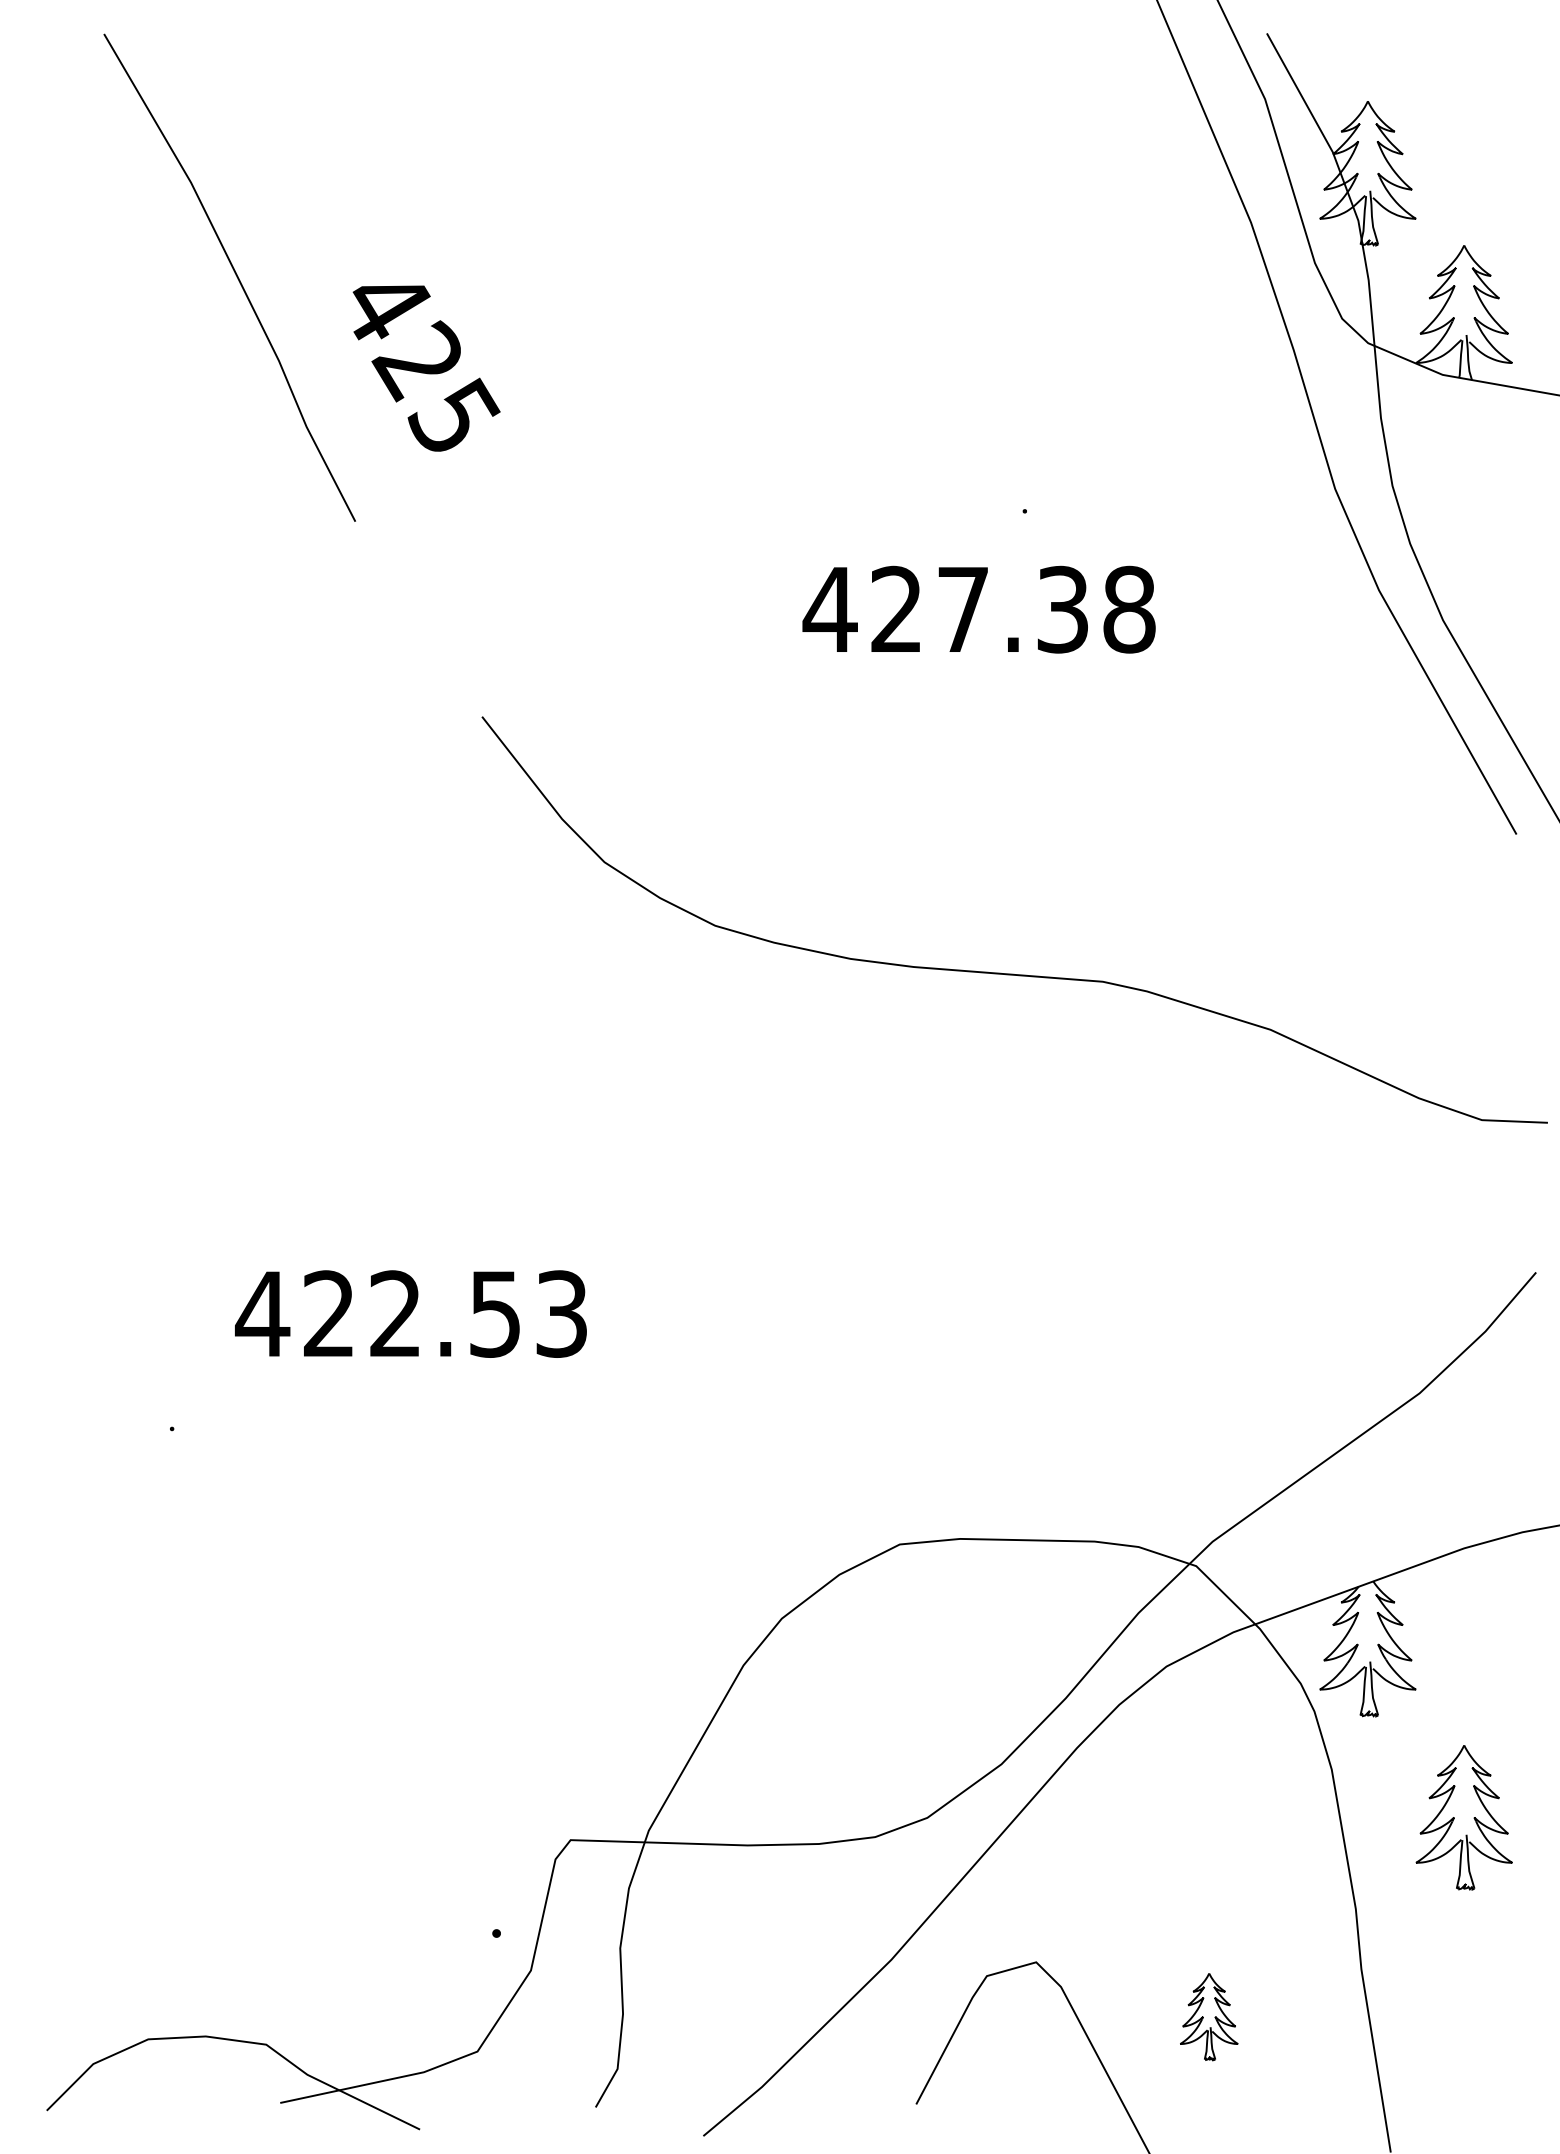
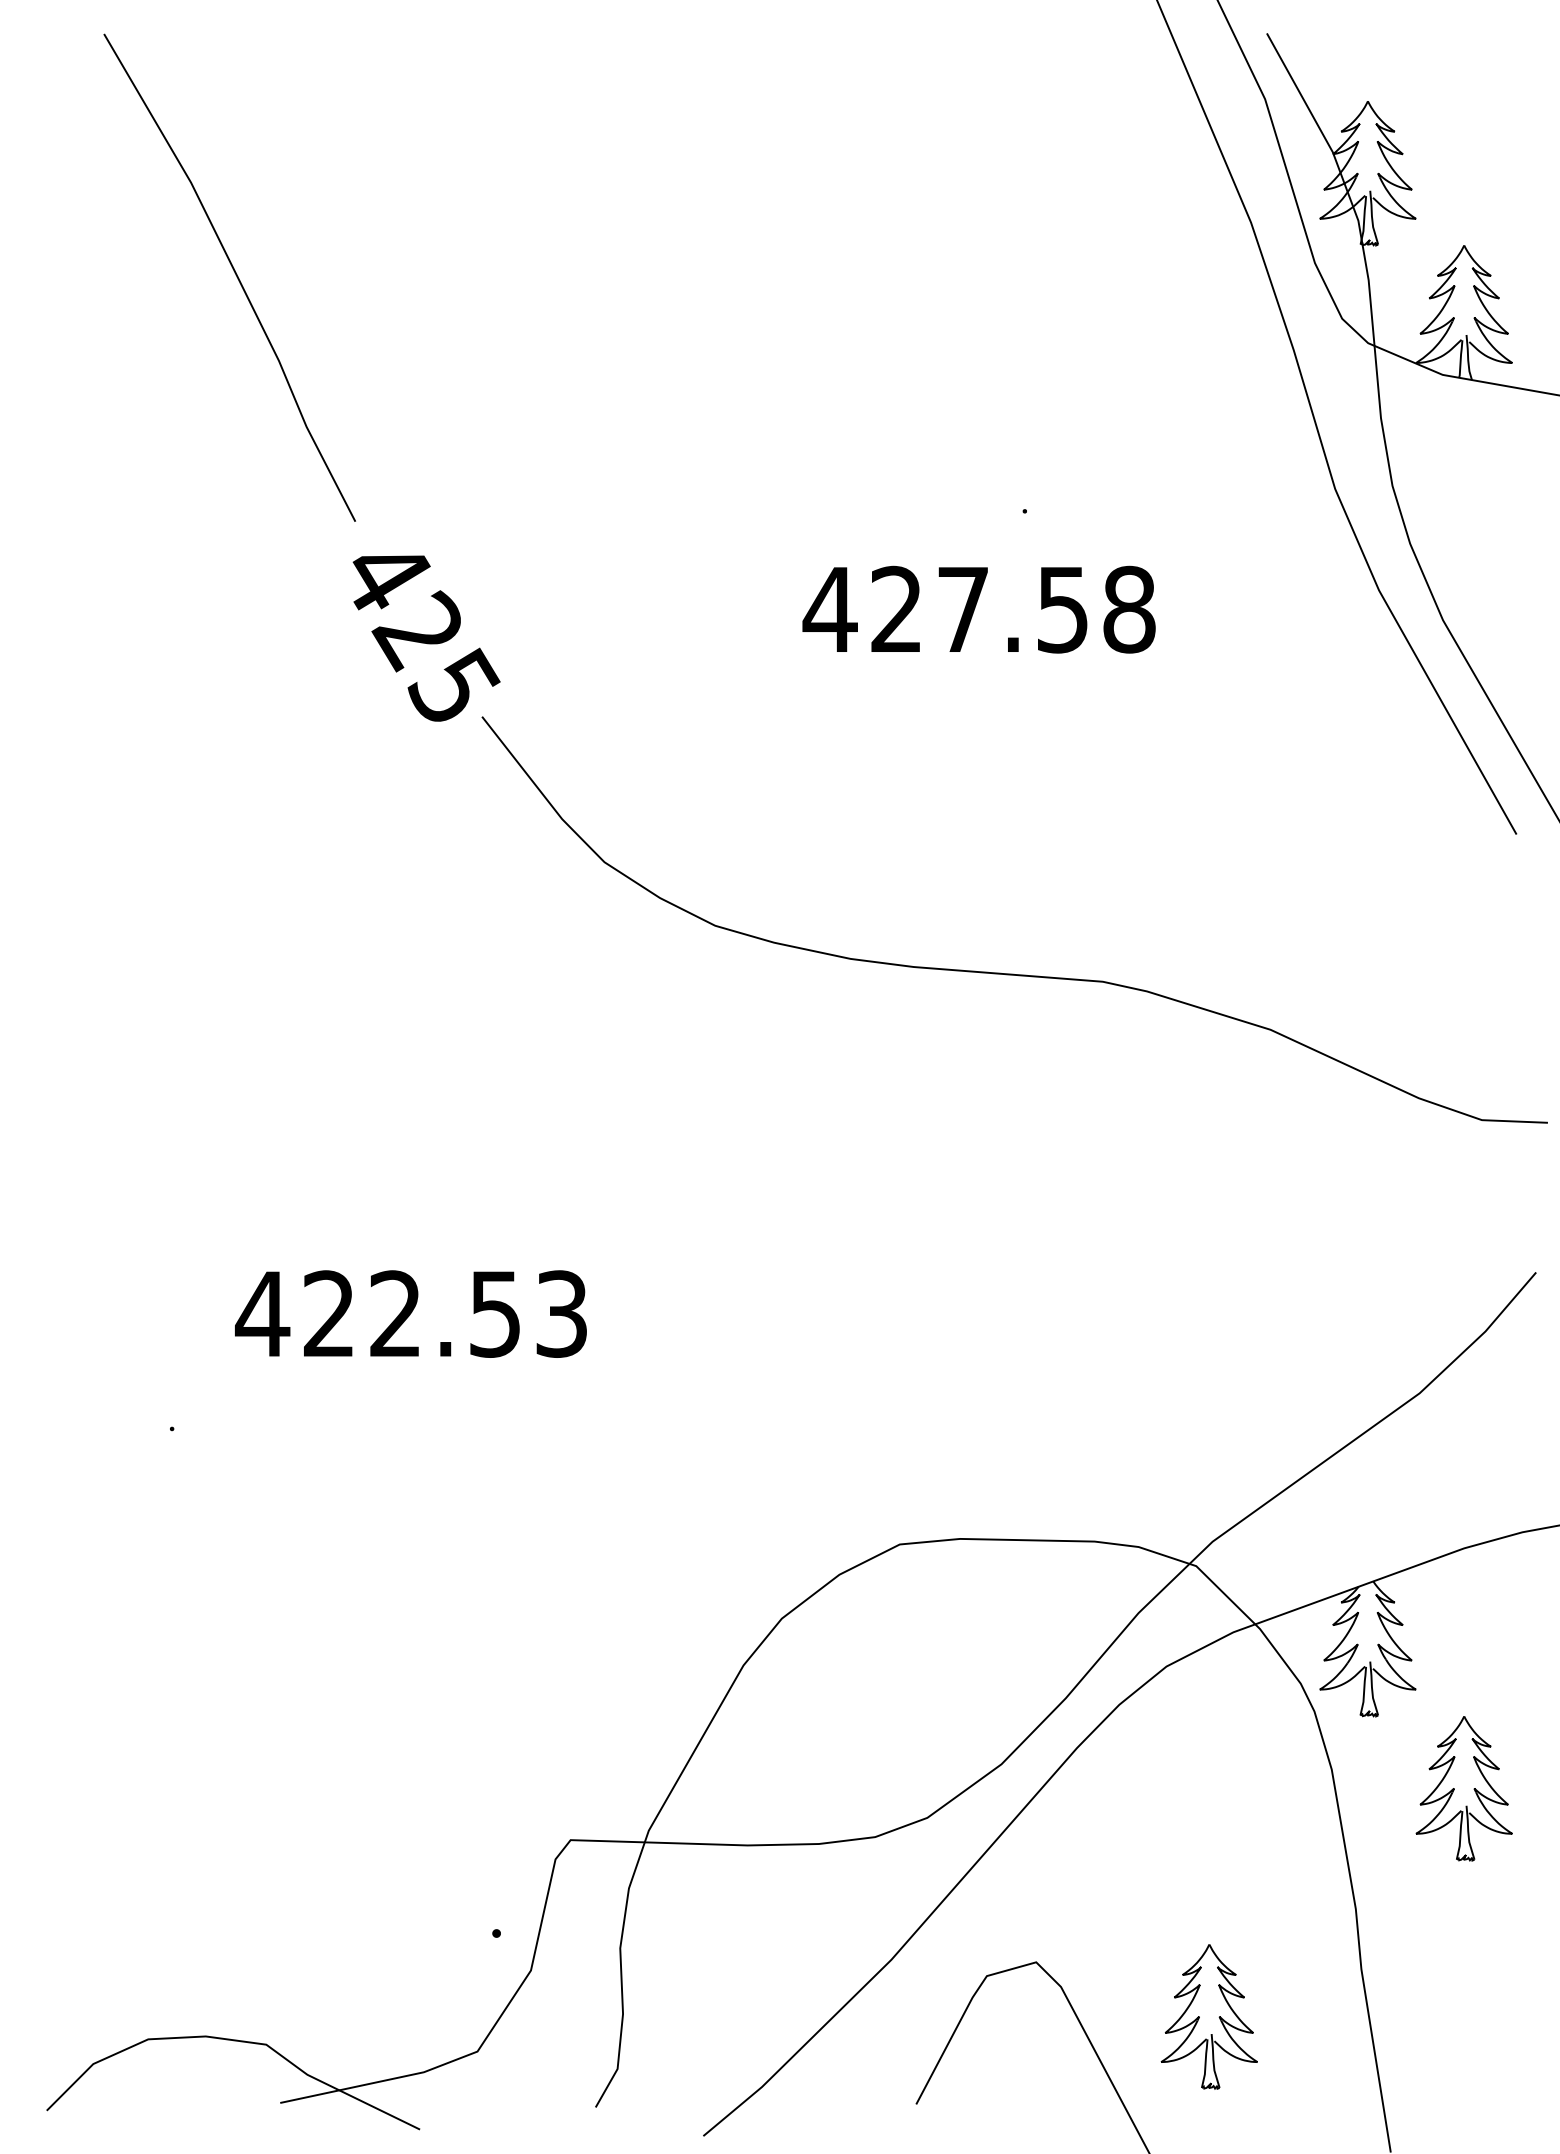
text at (426, 368) position: (426, 368) -> (426, 638)
text at (1062, 609): 427.38 -> 427.58
part at (1463, 1817) position: (1463, 1817) -> (1463, 1788)
part at (1209, 2017) size: 59x89 px -> 98x146 px
